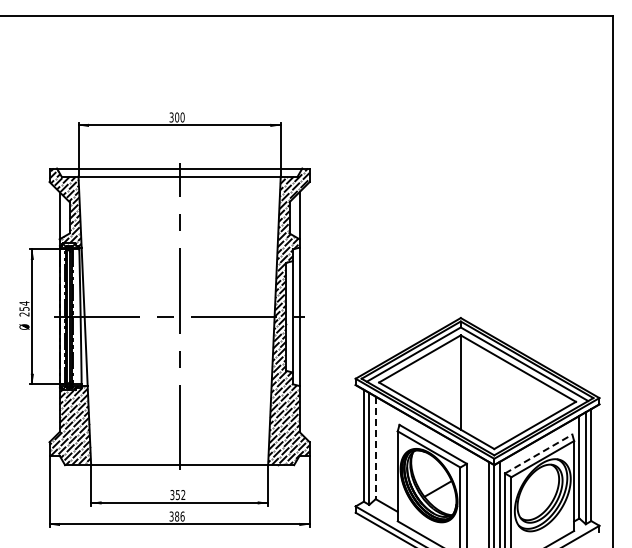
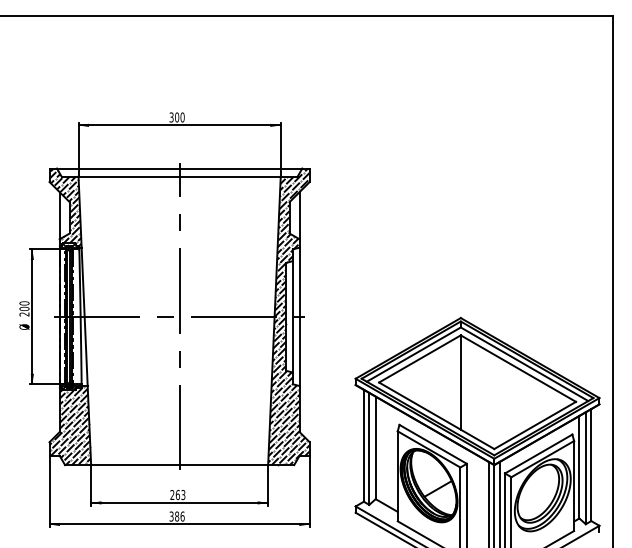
text at (24, 306): 254 -> 200
line at (375, 448): dashed -> solid
line at (538, 454): dashed -> solid
text at (177, 494): 352 -> 263
